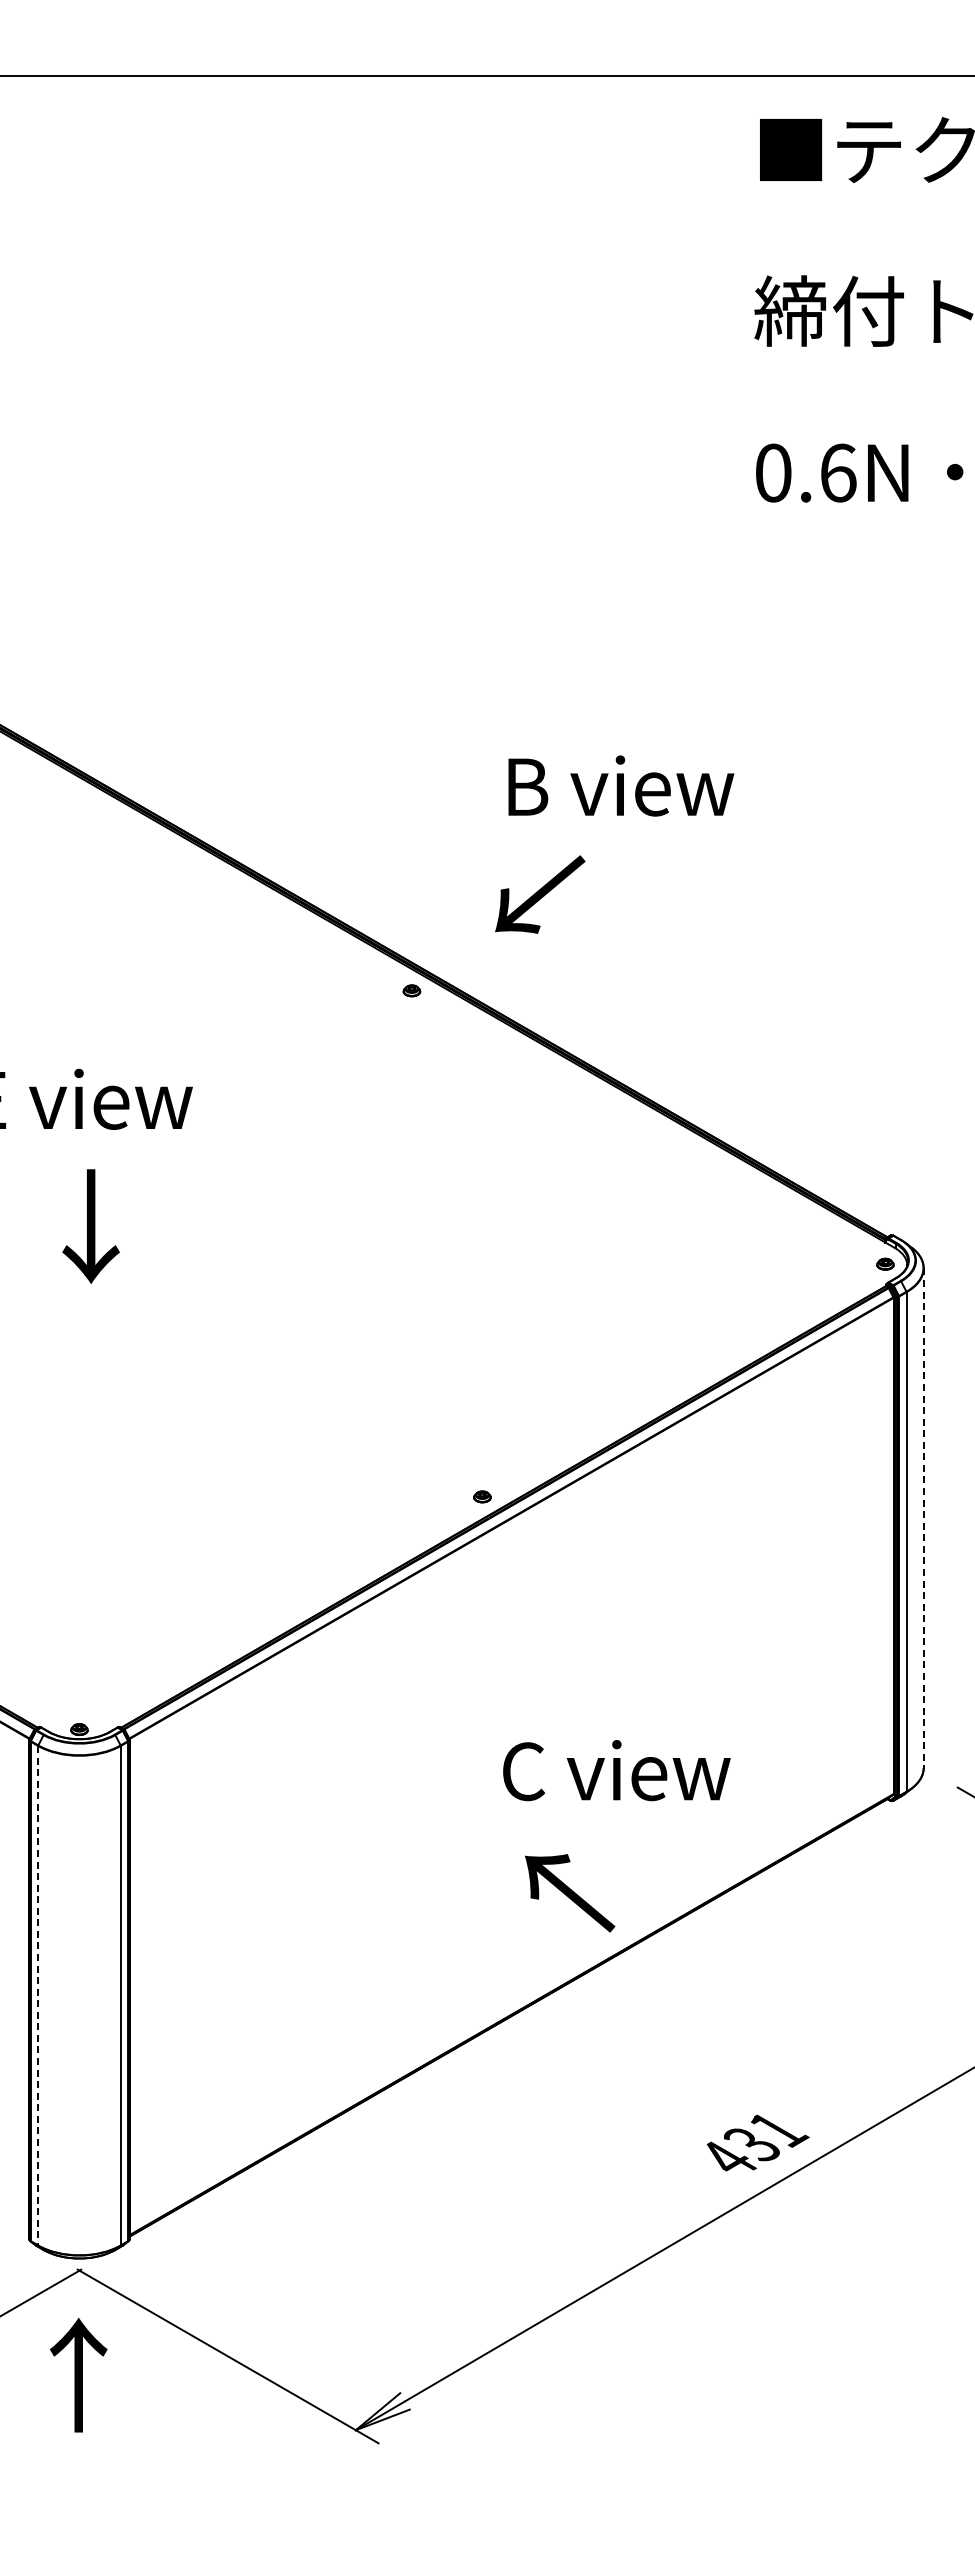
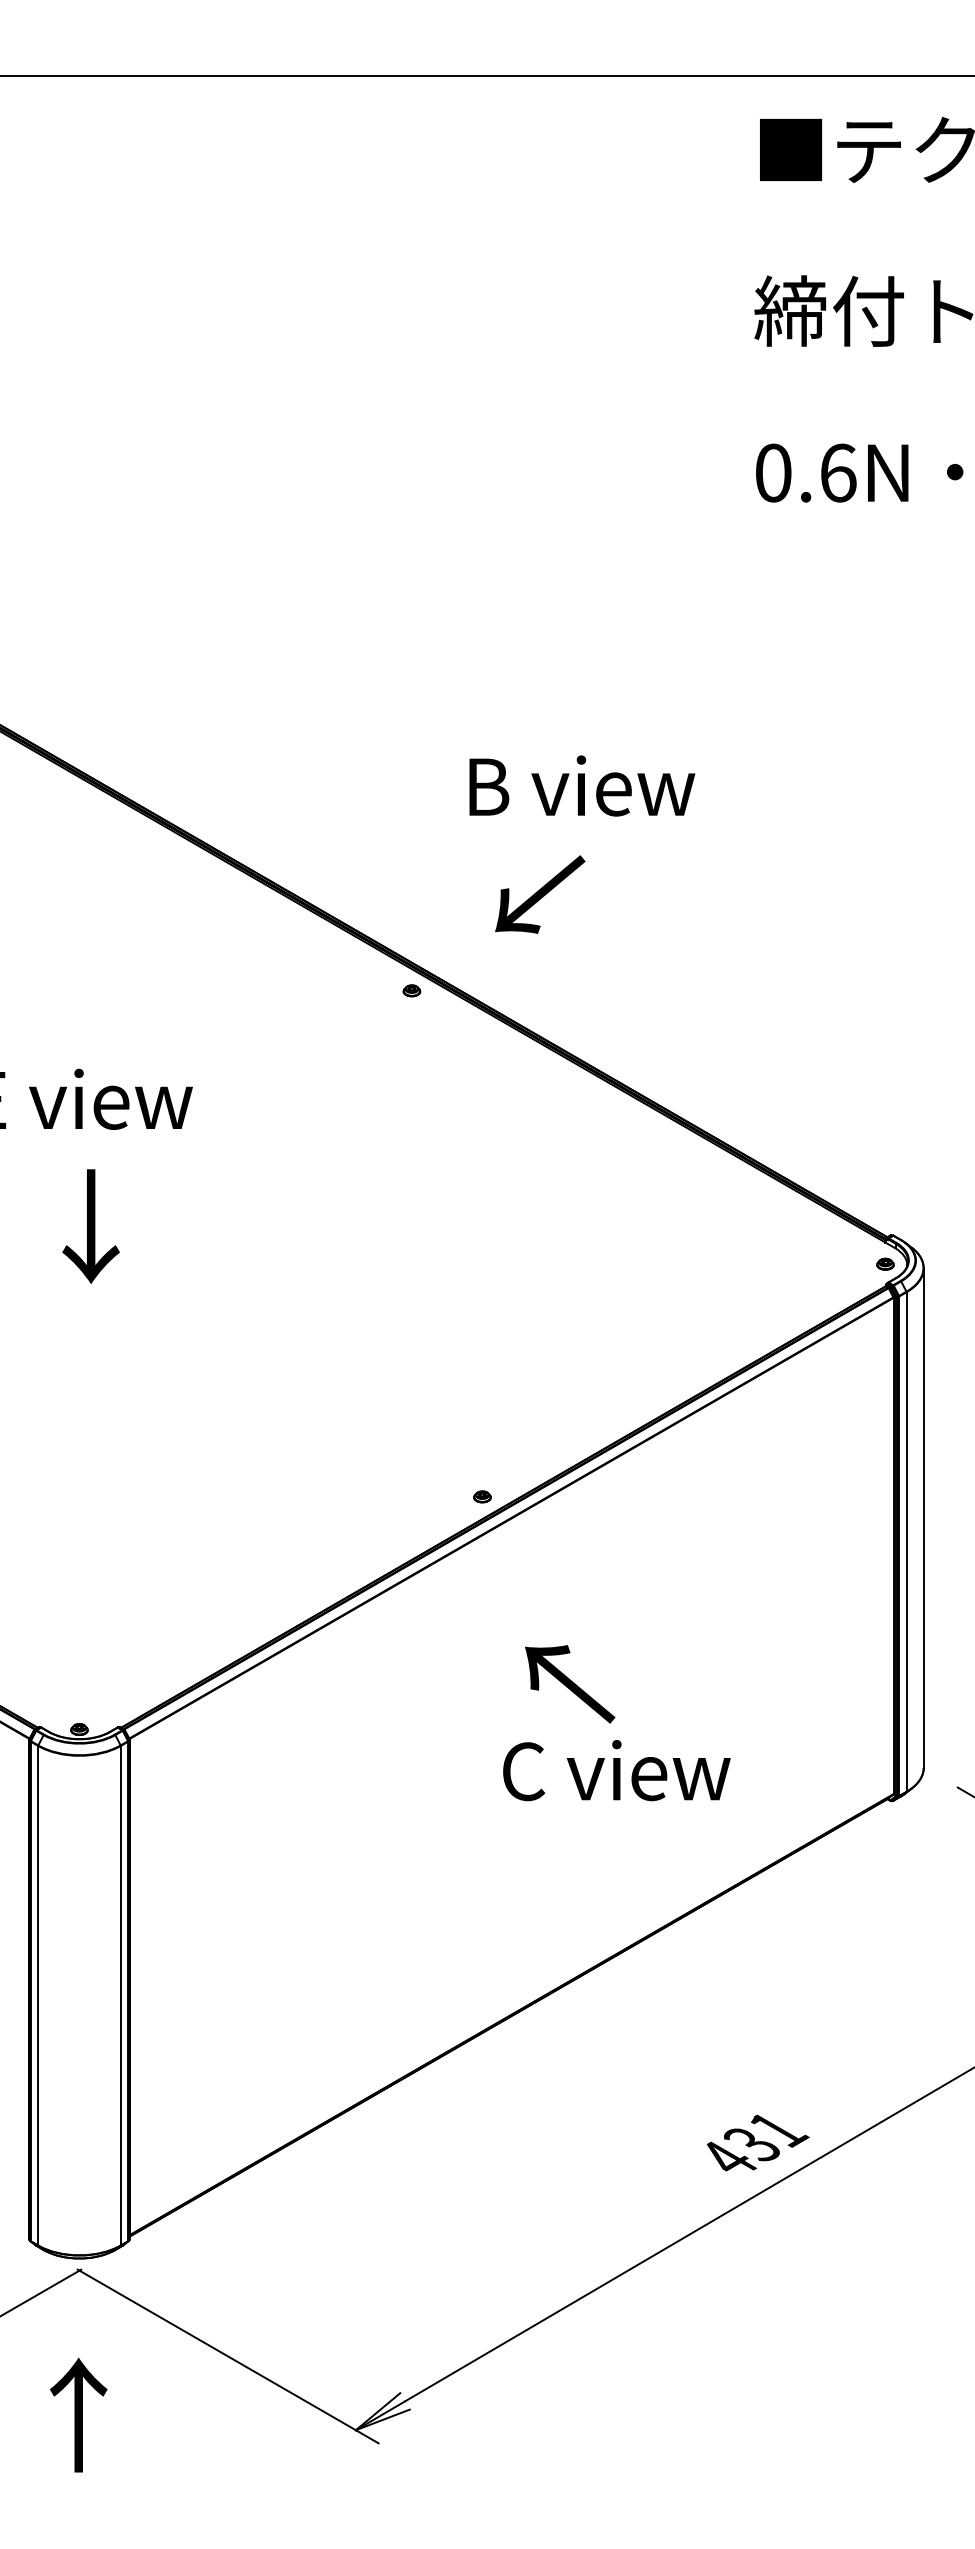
text at (621, 785) position: (621, 785) -> (582, 785)
line at (923, 1518): dashed -> solid
text at (570, 1893) position: (570, 1893) -> (570, 1684)
line at (38, 1995): dashed -> solid
text at (78, 2374) position: (78, 2374) -> (78, 2414)
